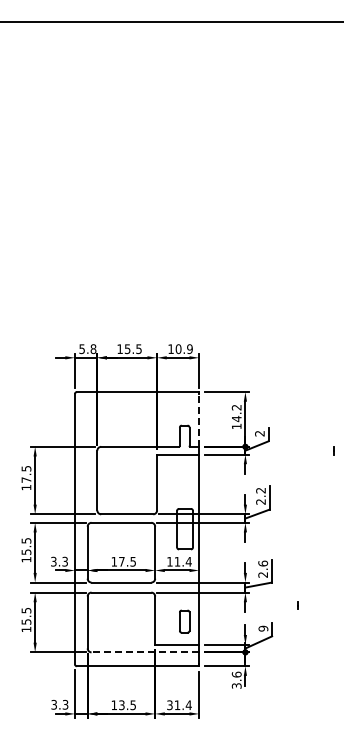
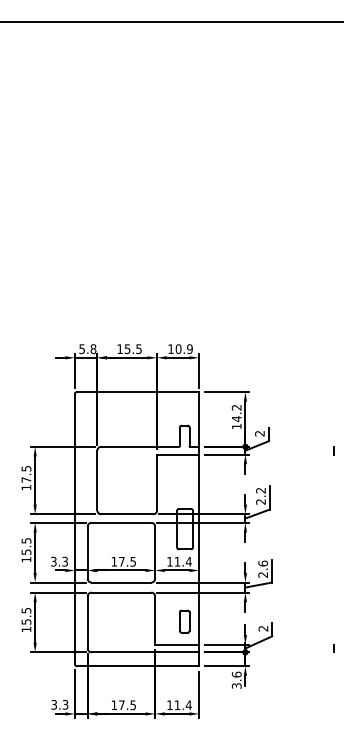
line at (199, 419): dashed -> solid
part at (297, 605) position: (297, 605) -> (333, 648)
text at (263, 628): 9 -> 2
line at (145, 652): dashed -> solid
text at (121, 705): 13.5 -> 17.5
text at (169, 705): 31.4 -> 11.4
